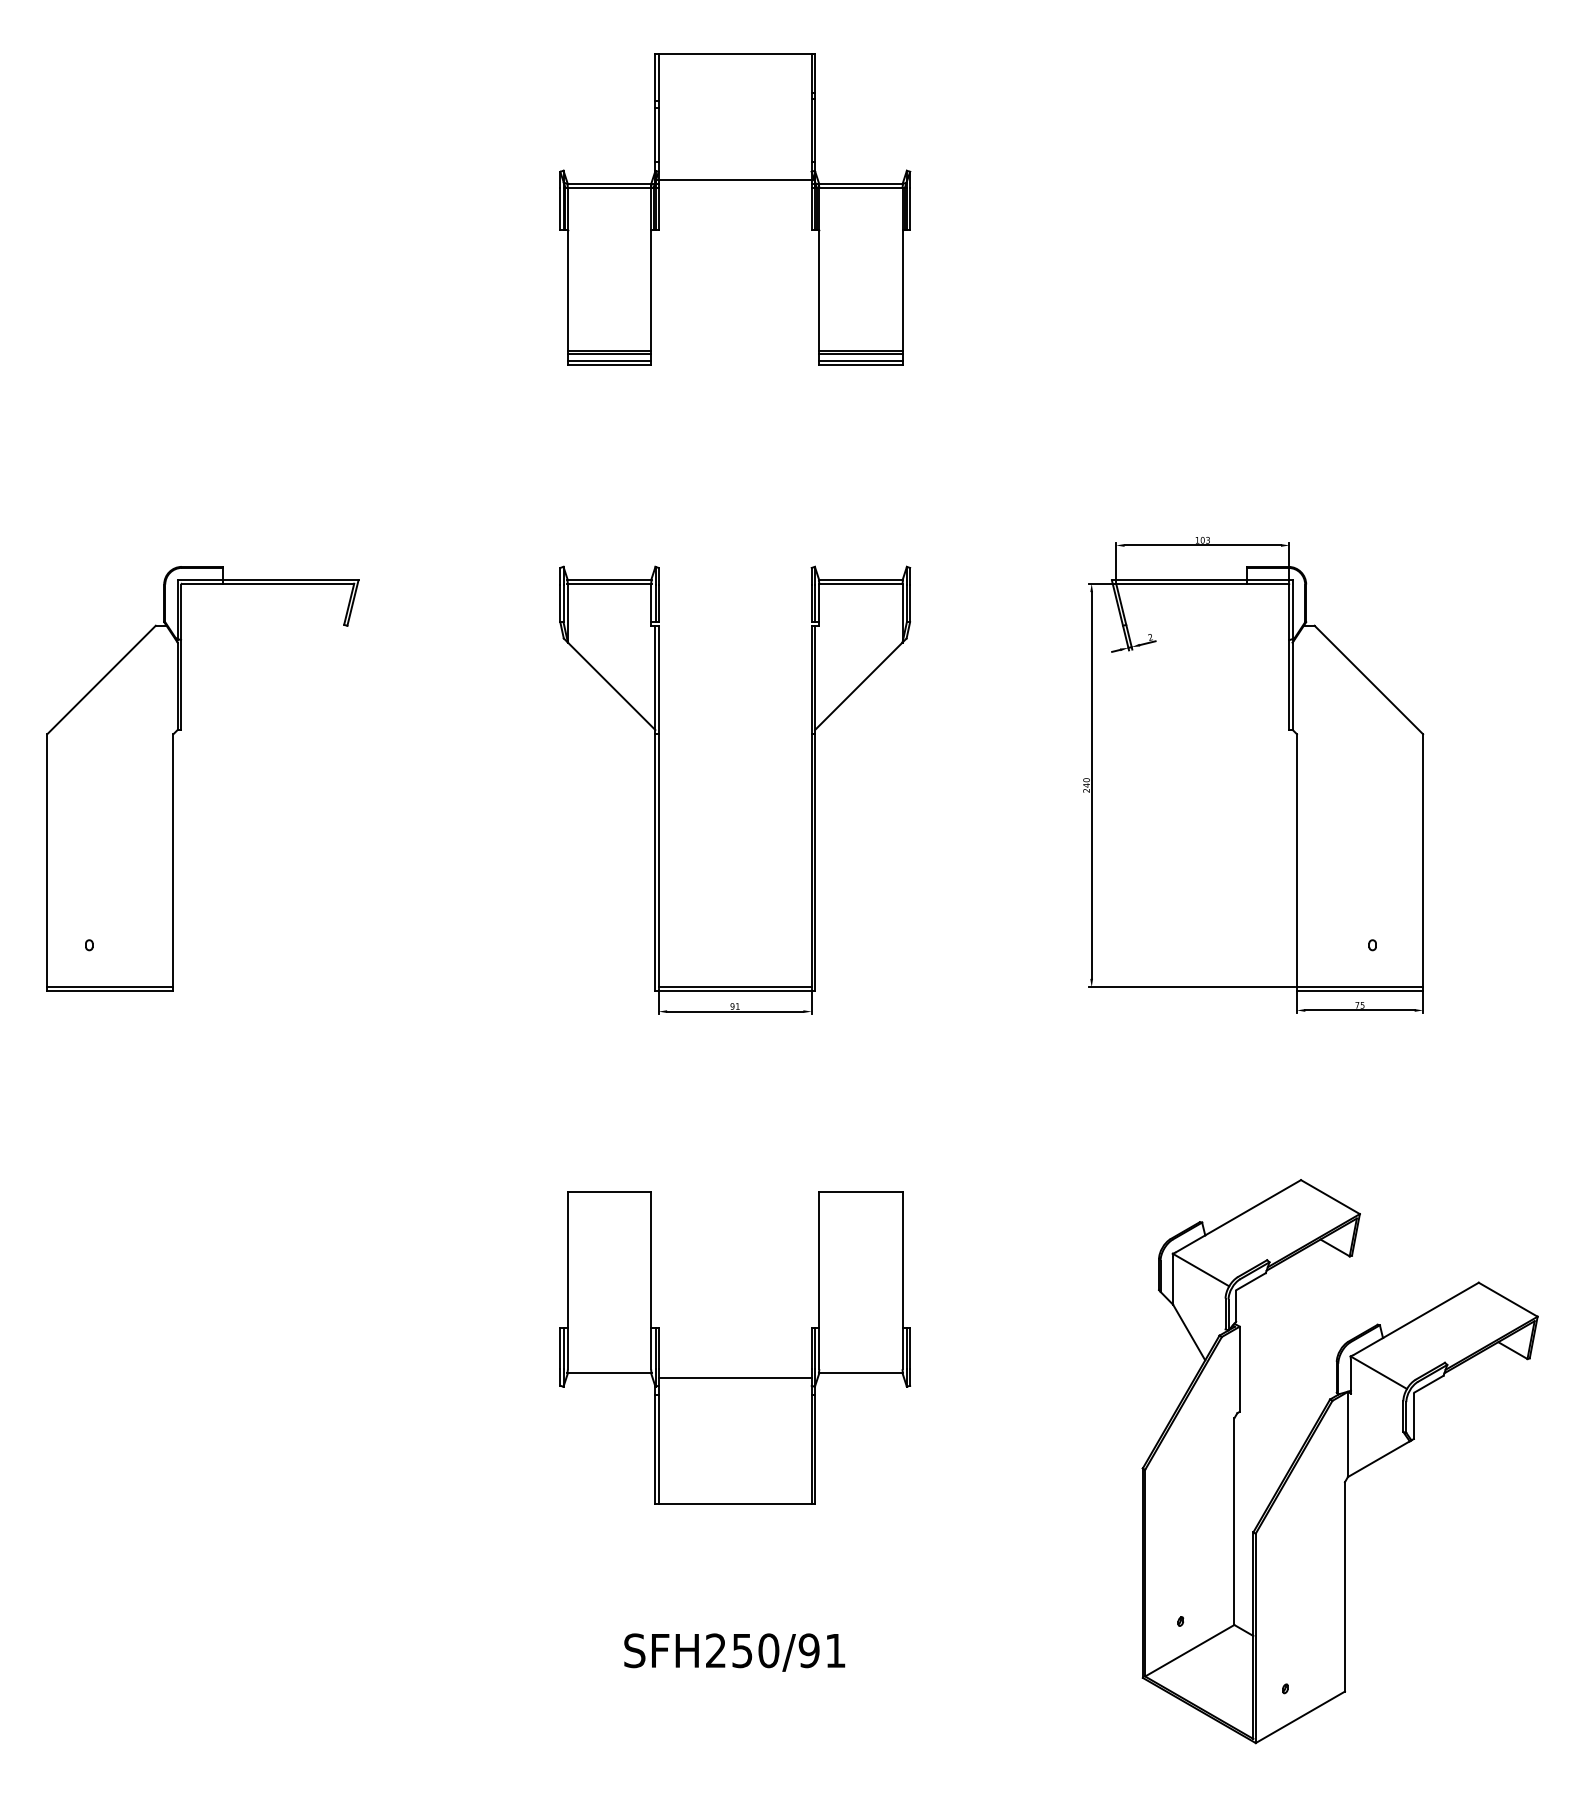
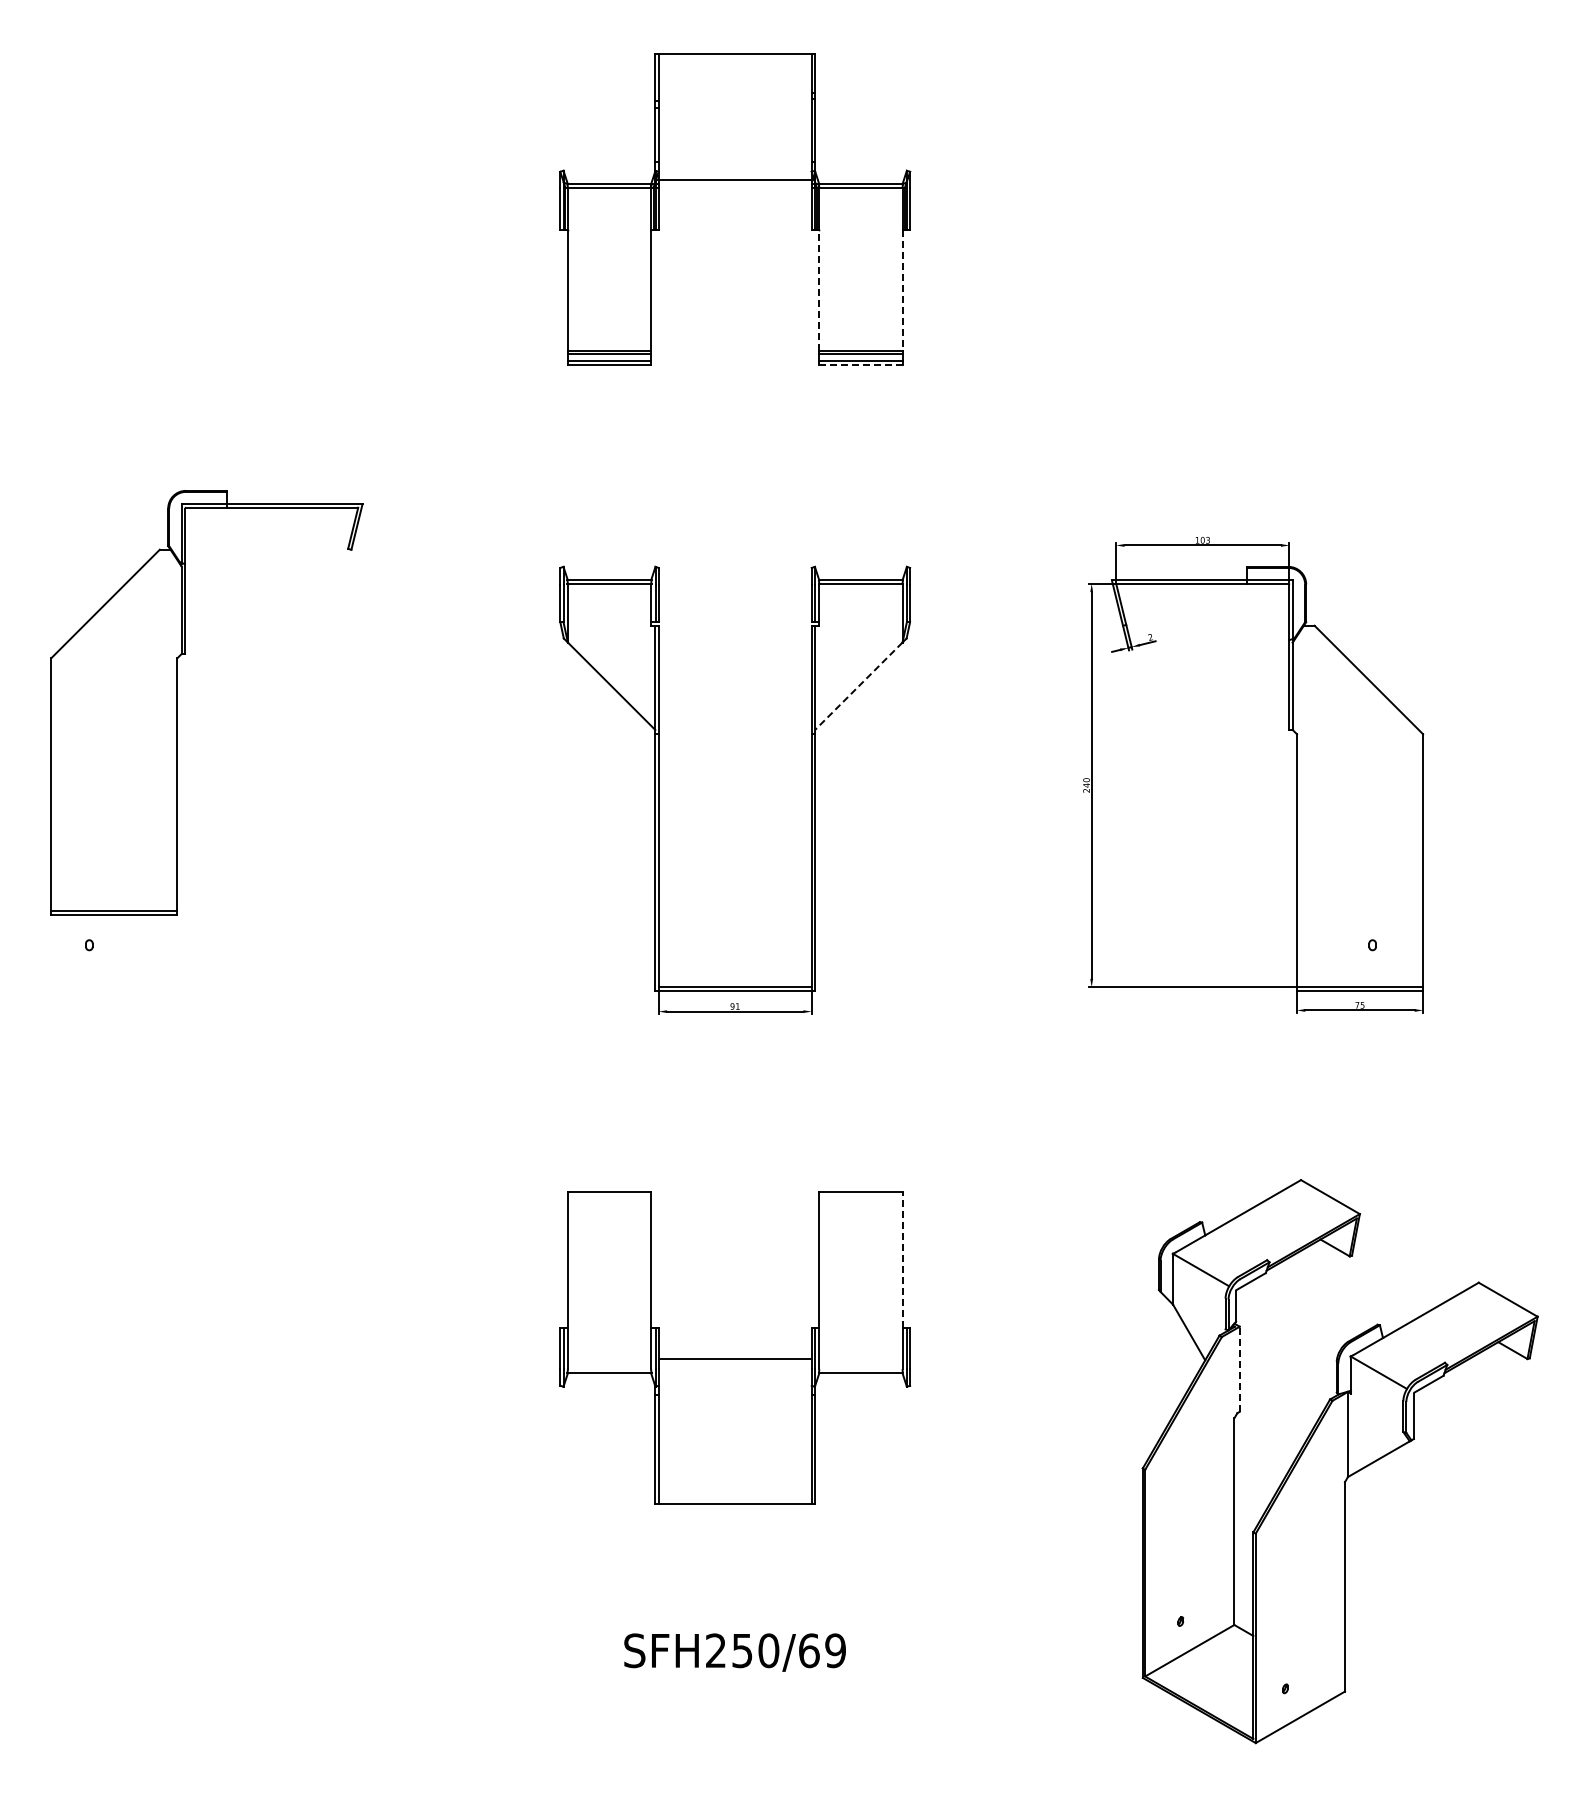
line at (819, 290): solid -> dashed
line at (902, 290): solid -> dashed
line at (860, 365): solid -> dashed
line at (858, 686): solid -> dashed
part at (173, 778) position: (173, 778) -> (177, 702)
line at (902, 1260): solid -> dashed
line at (1239, 1369): solid -> dashed
line at (734, 1377) position: (734, 1377) -> (734, 1358)
text at (821, 1650): SFH250/91 -> SFH250/69
